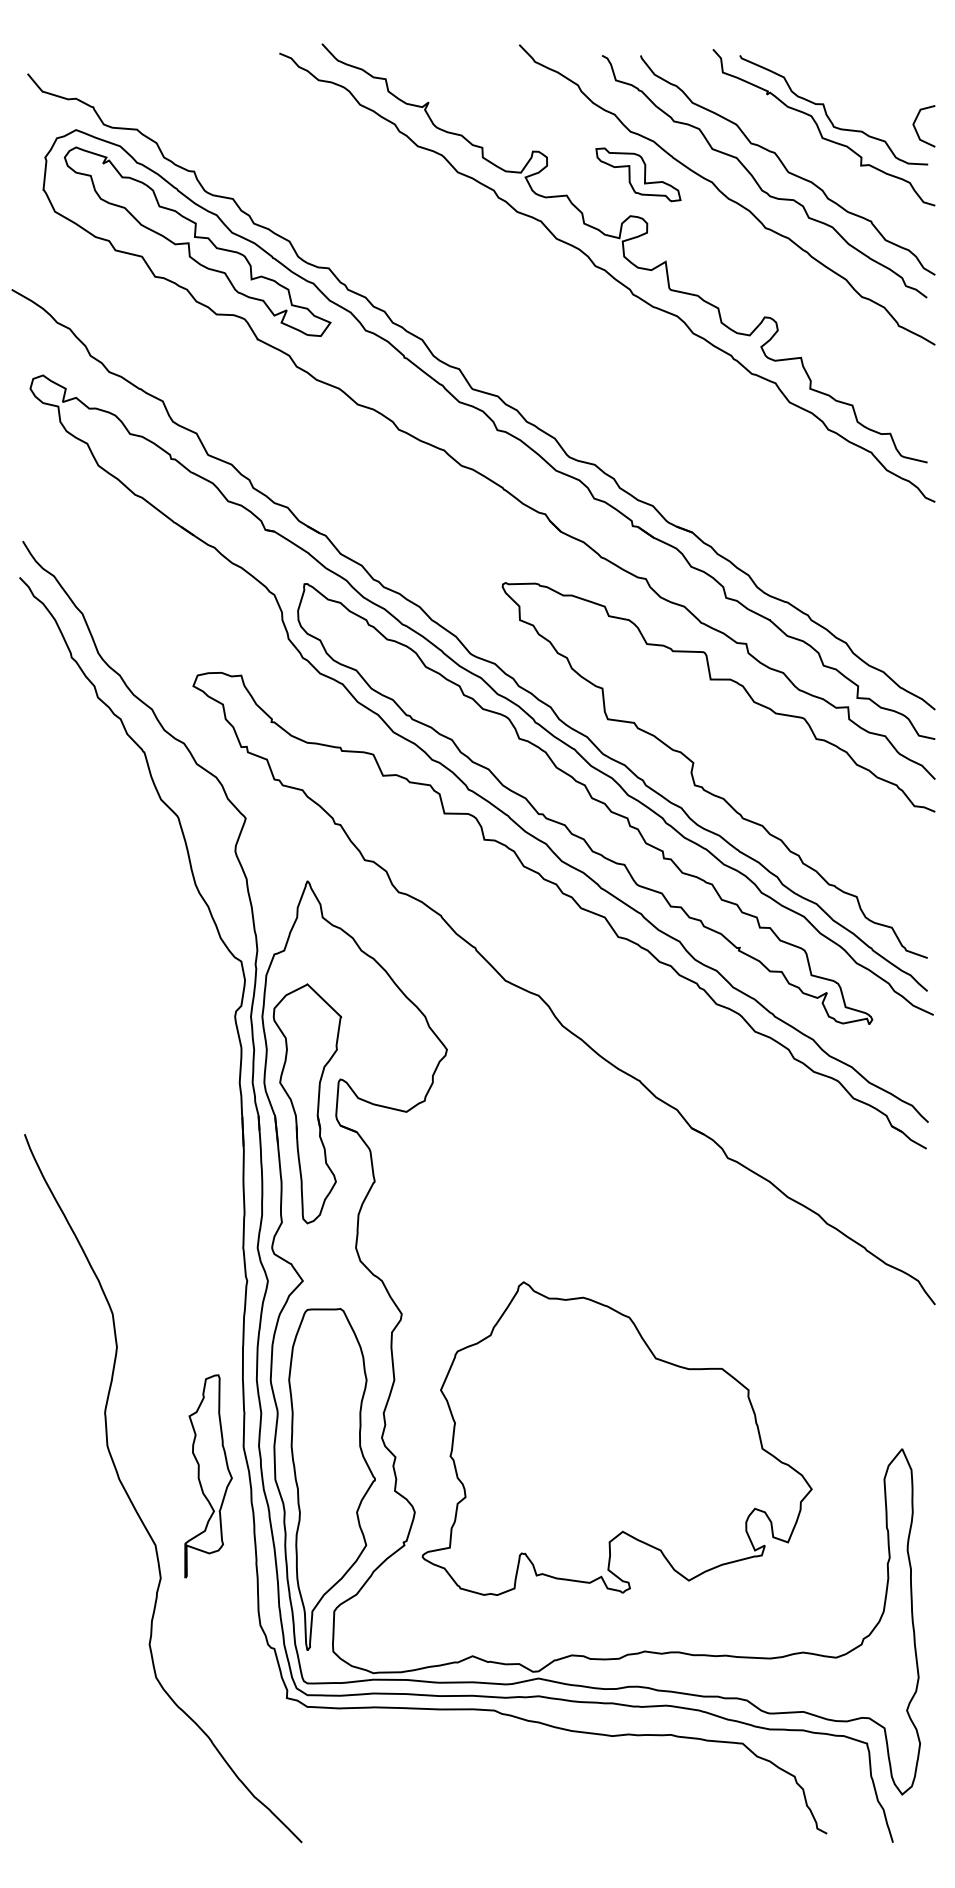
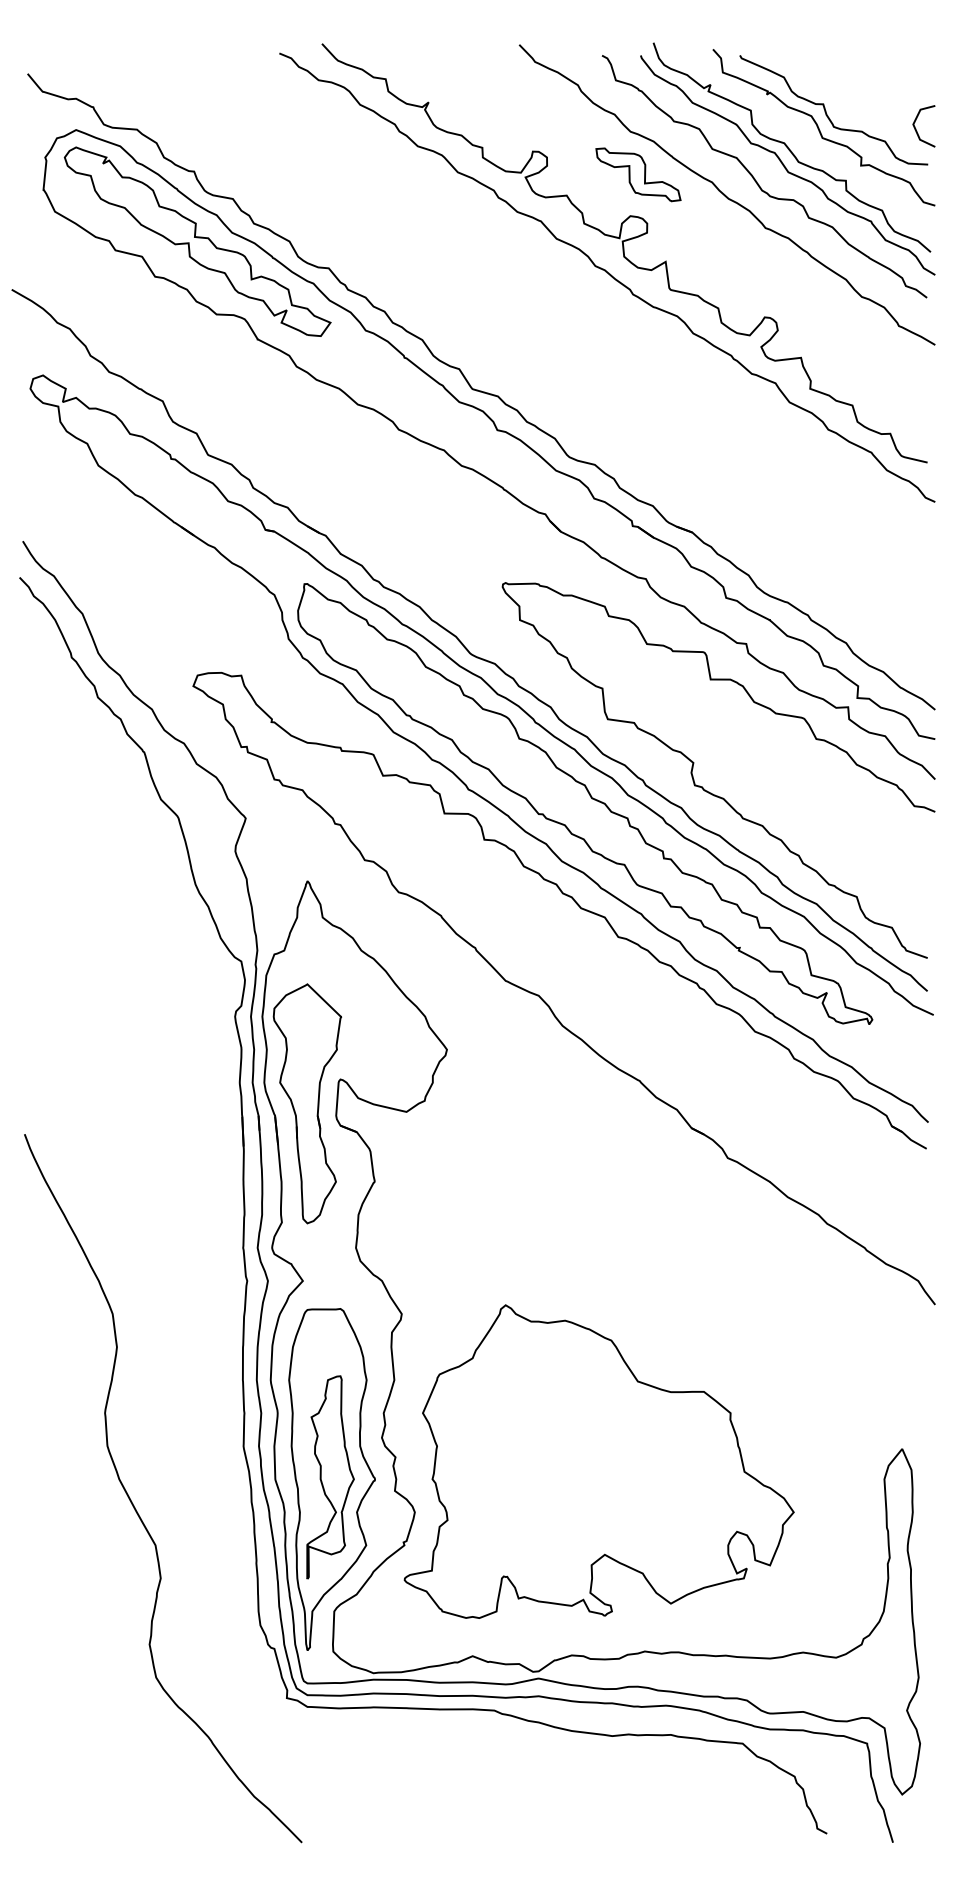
curve at (789, 148): none -> present
part at (616, 1438) position: (616, 1438) -> (598, 1461)
part at (208, 1476) position: (208, 1476) -> (330, 1477)
